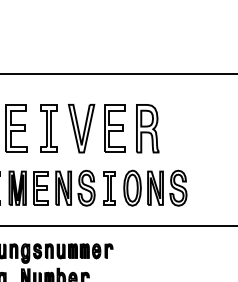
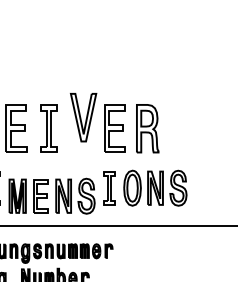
line at (118, 73): present -> none
part at (81, 128) position: (81, 128) -> (83, 117)
part at (51, 187) position: (51, 187) -> (51, 195)
